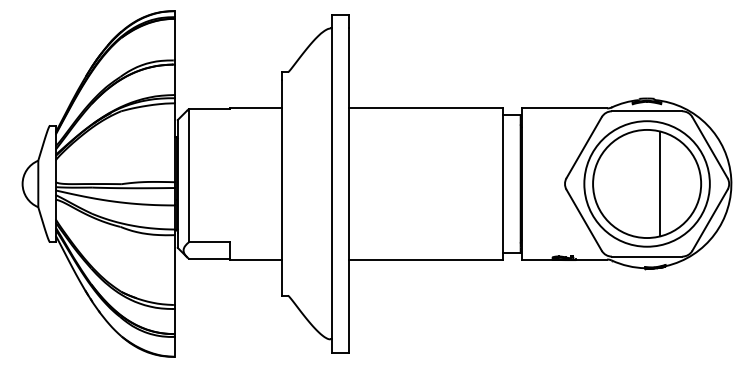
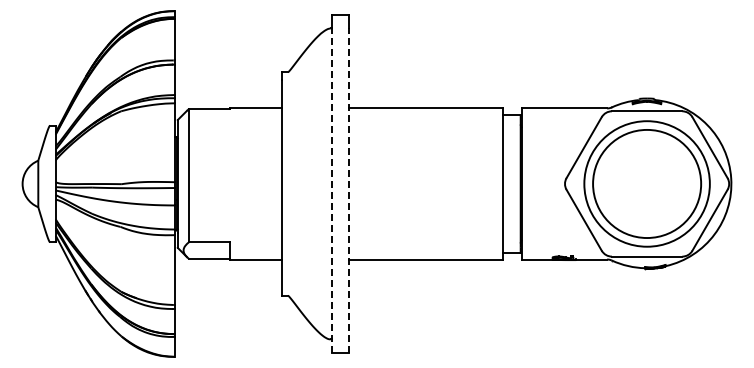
line at (660, 183): present -> none
line at (331, 189): solid -> dashed
line at (349, 189): solid -> dashed
